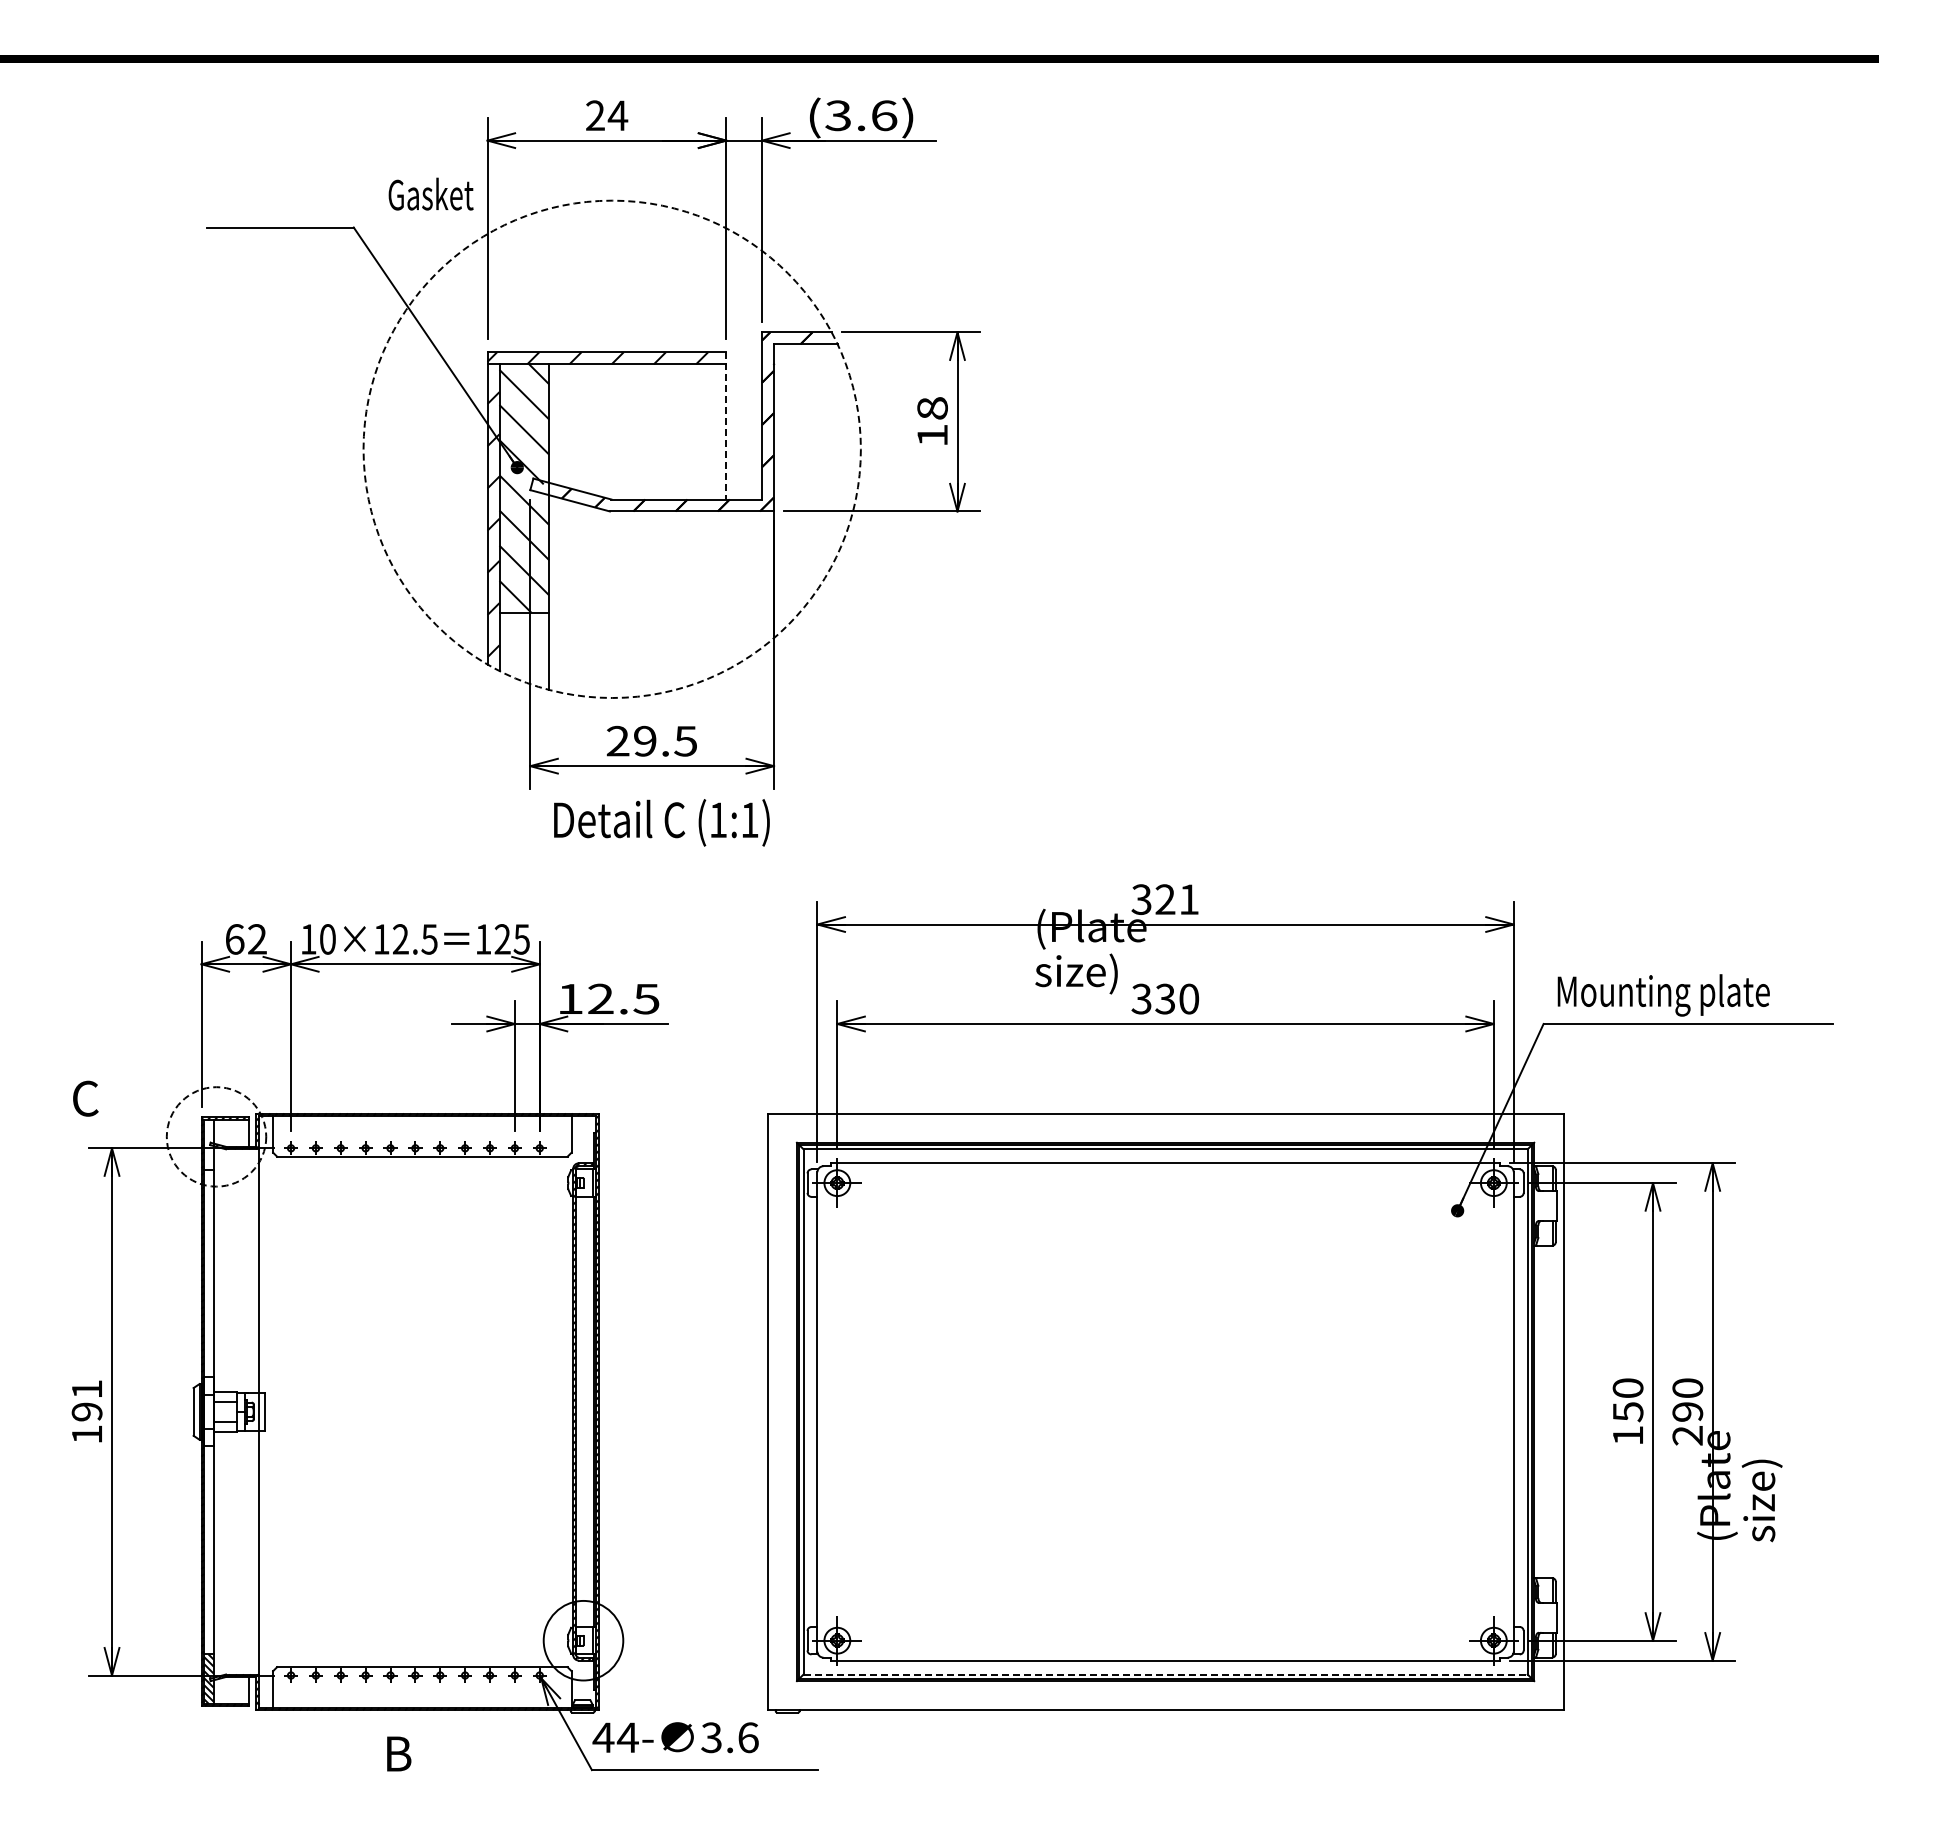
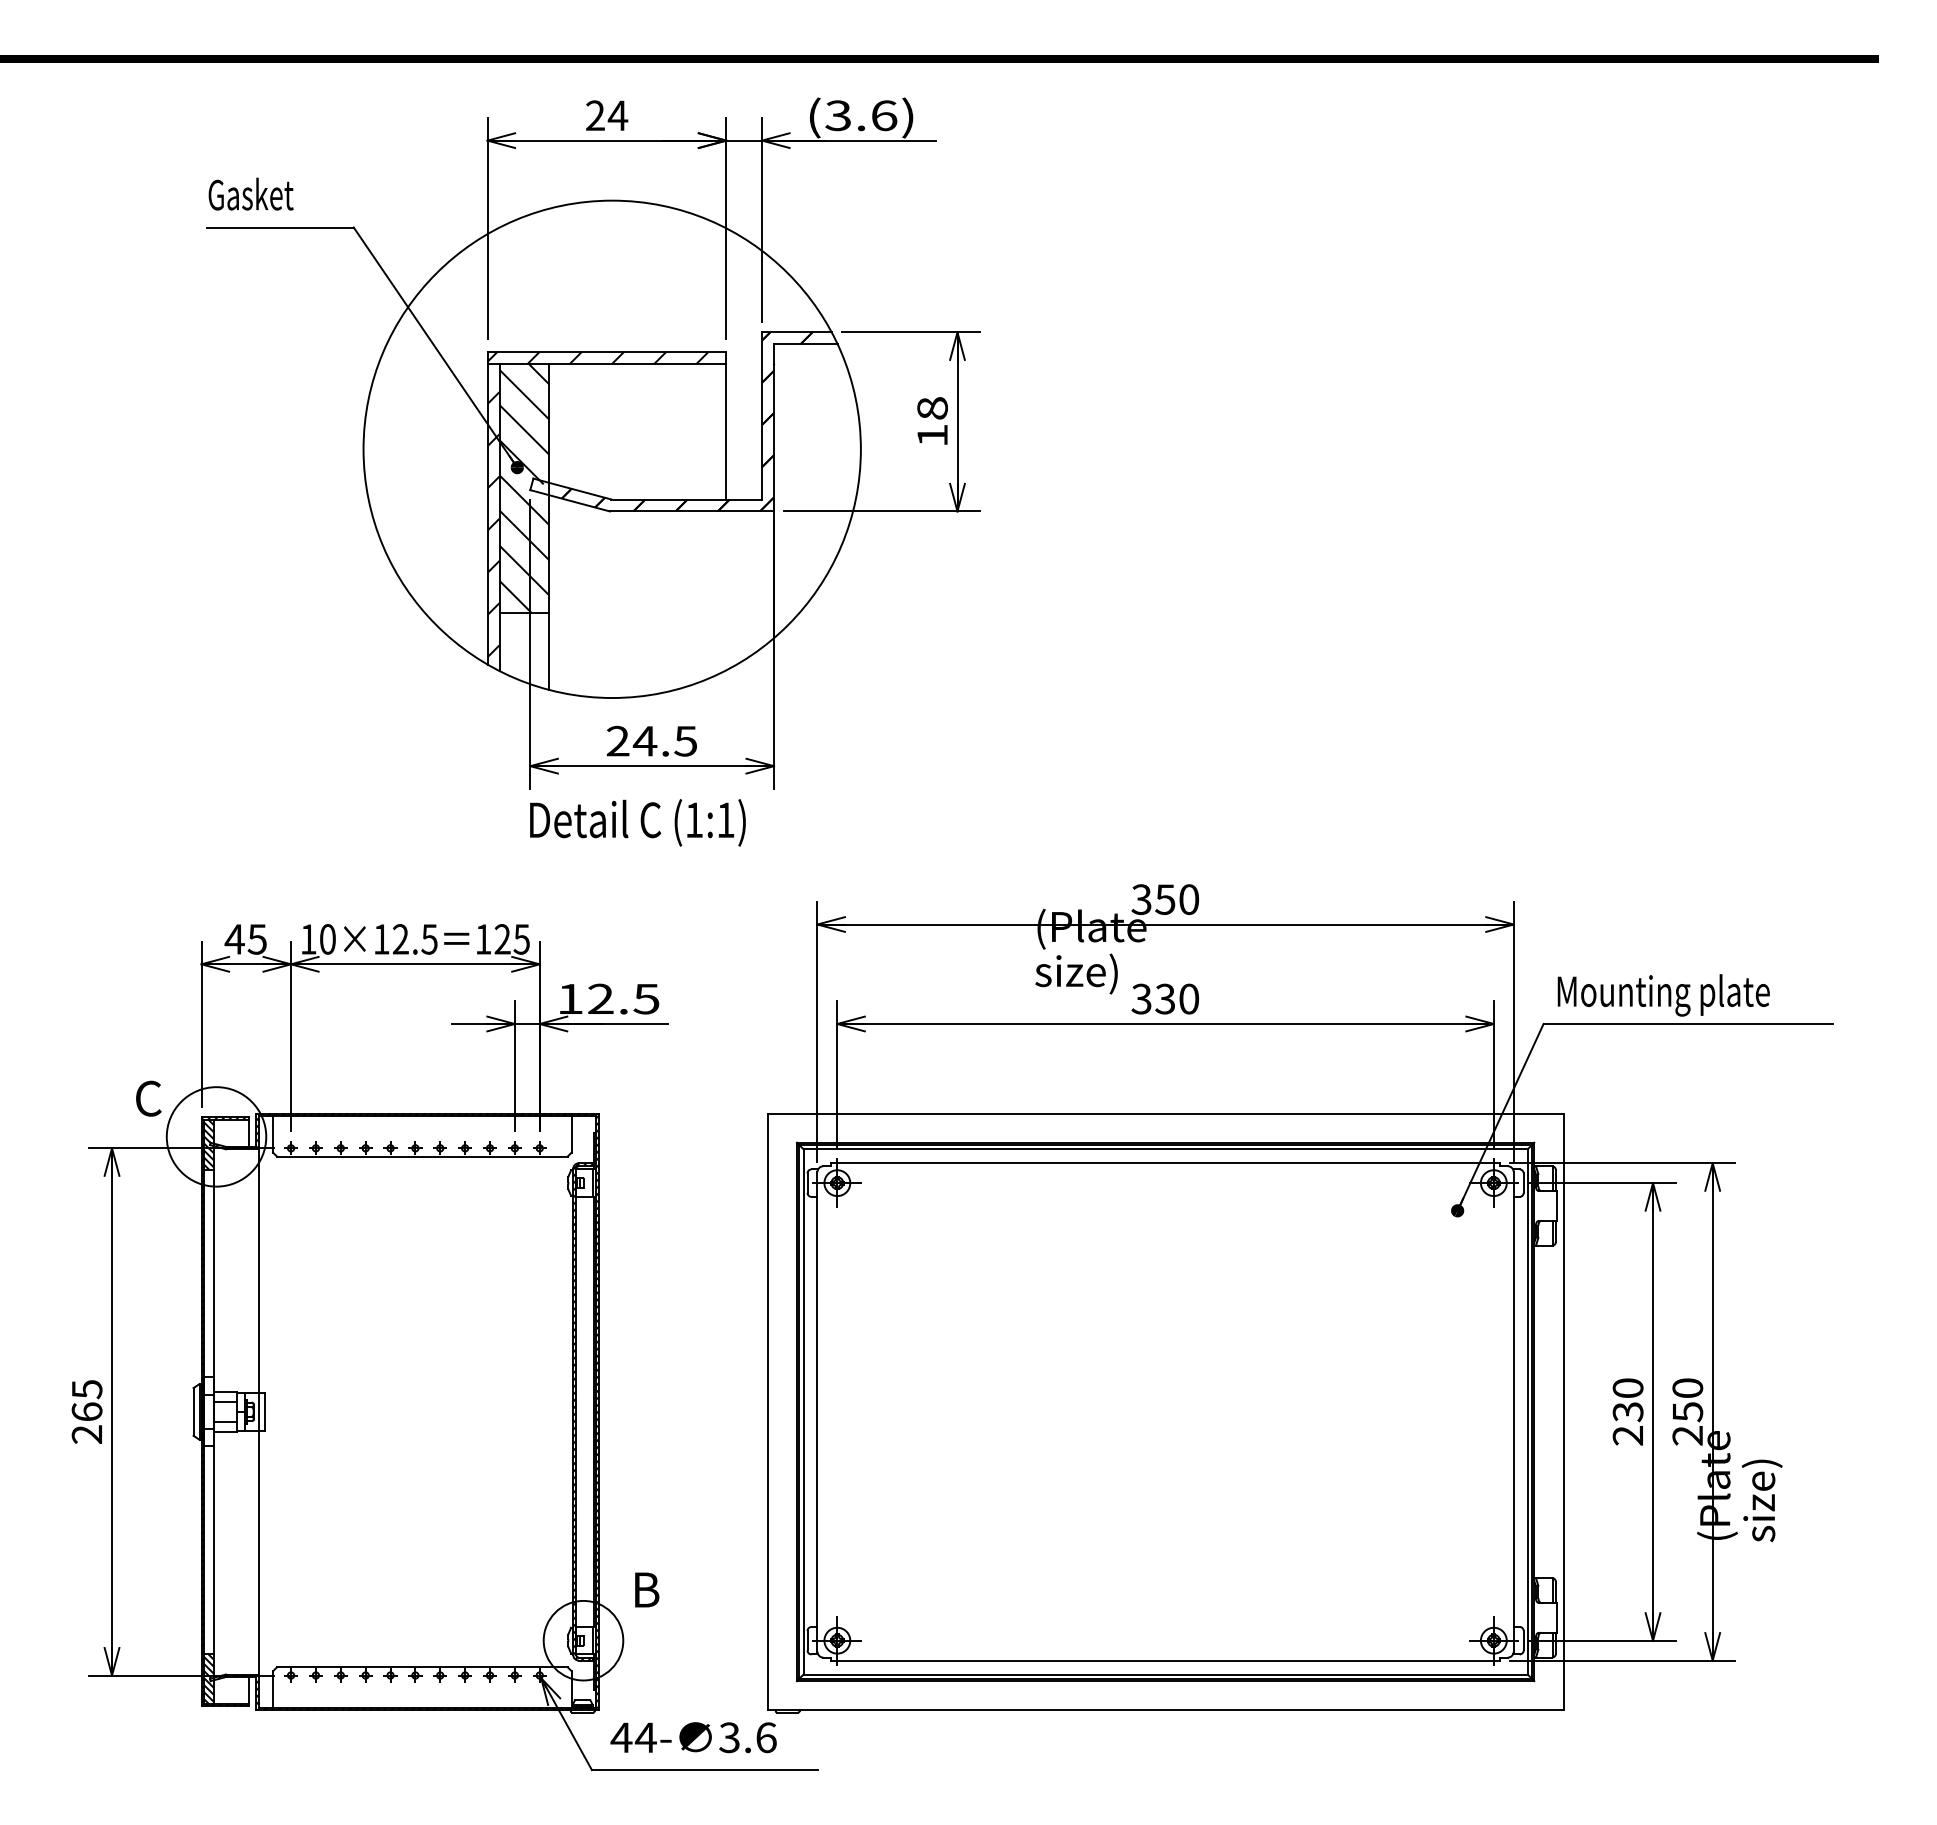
text at (430, 193) position: (430, 193) -> (250, 193)
line at (726, 425): dashed -> solid
circle at (611, 449): dashed -> solid
text at (644, 740): 29.5 -> 24.5
text at (661, 822) position: (661, 822) -> (637, 822)
text at (1177, 899): 321 -> 350
text at (245, 939): 62 -> 45
text at (85, 1098) position: (85, 1098) -> (148, 1098)
circle at (216, 1136): dashed -> solid
hatch at (208, 1144): none -> present
text at (86, 1411): 191 -> 265
text at (1687, 1412): 290 -> 250
text at (1627, 1423): 150 -> 230
line at (1166, 1674): dashed -> solid
text at (675, 1737) position: (675, 1737) -> (693, 1737)
text at (399, 1753) position: (399, 1753) -> (647, 1589)
